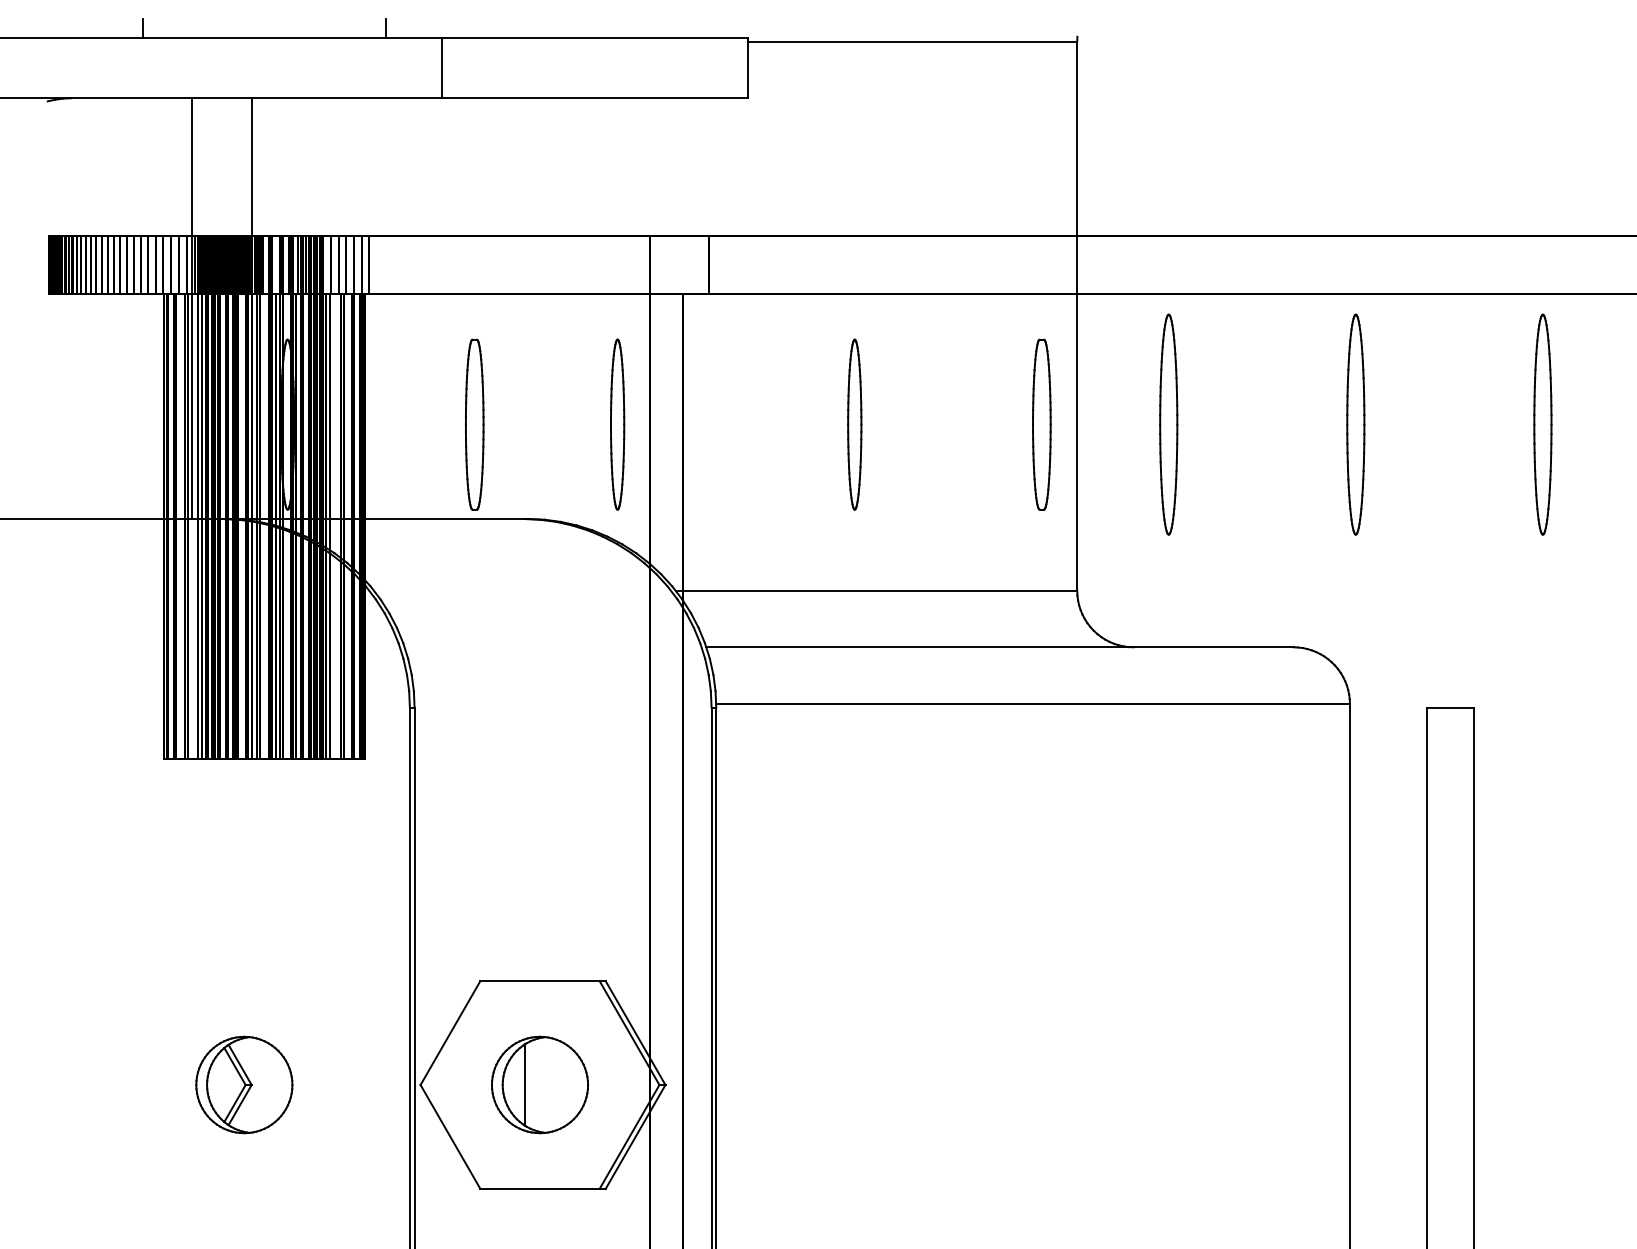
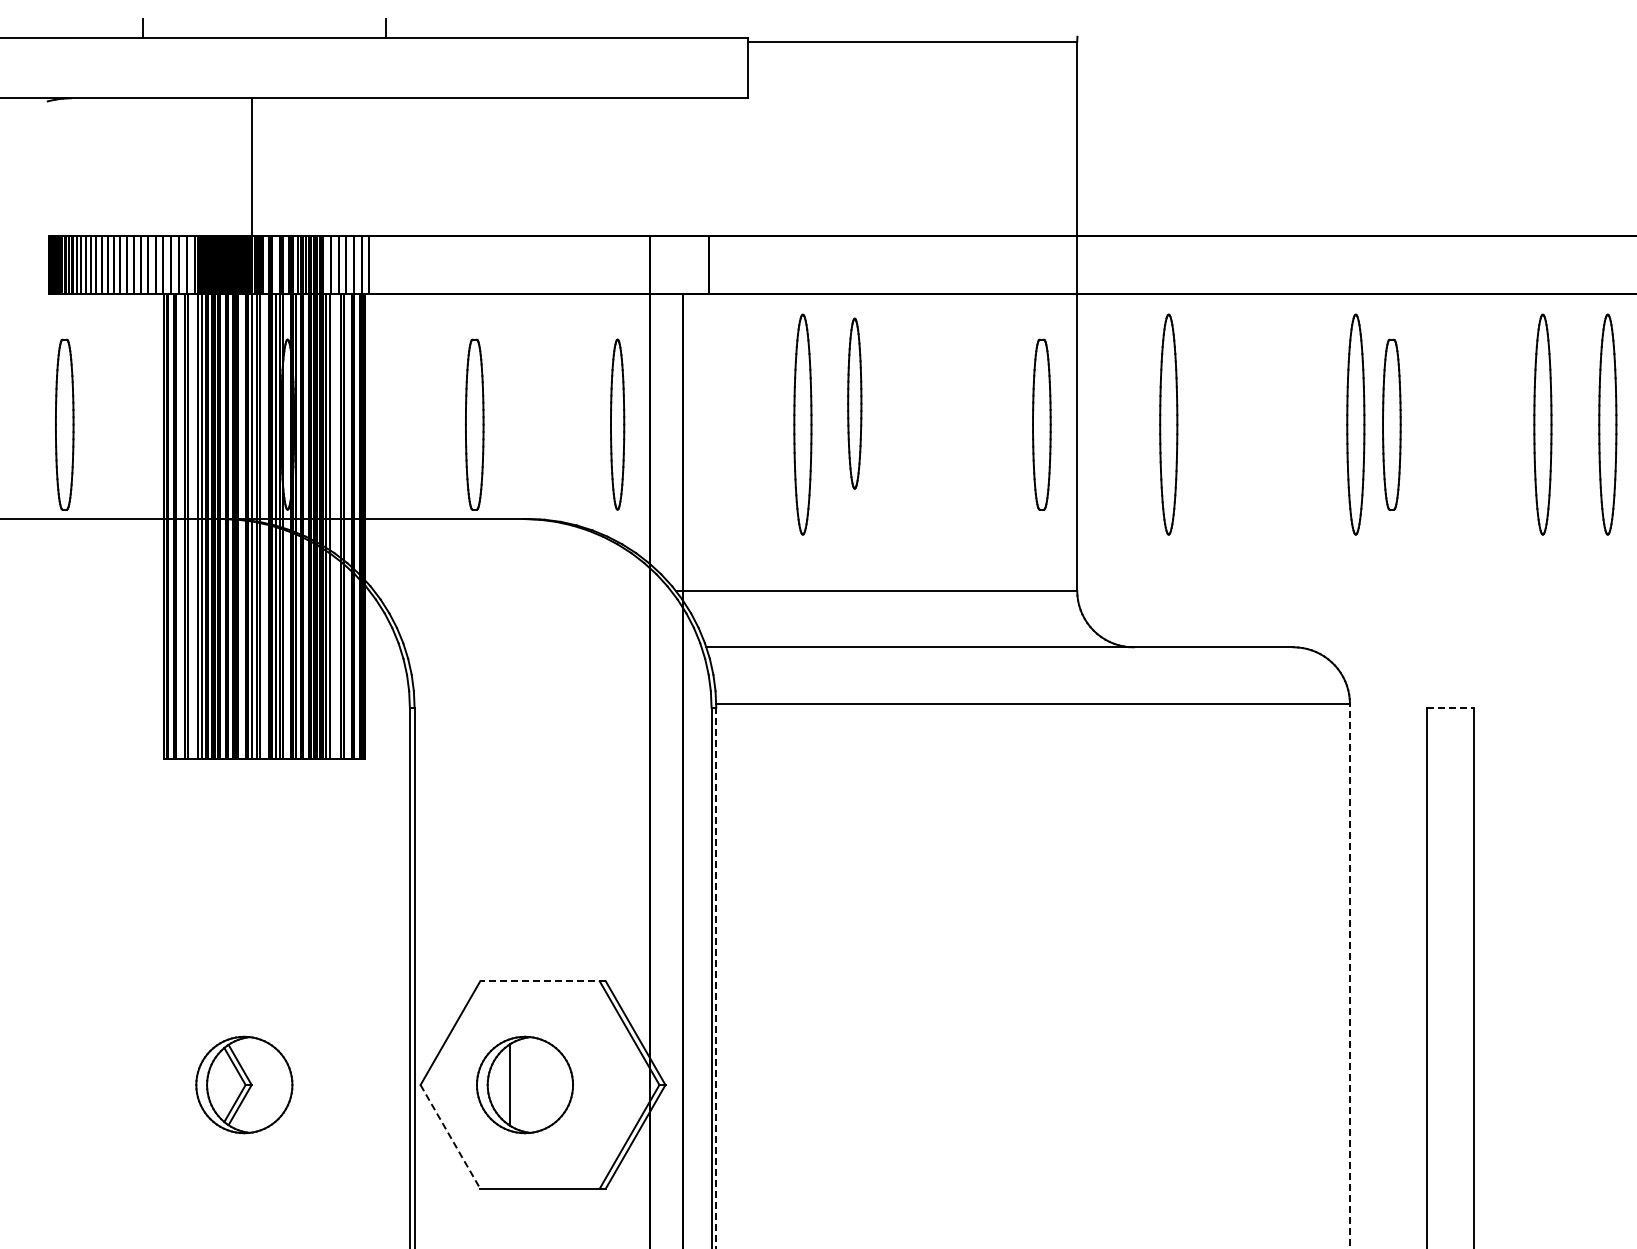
line at (441, 67): present -> none
line at (192, 308): present -> none
part at (64, 424): none -> present
part at (802, 424): none -> present
part at (854, 424) position: (854, 424) -> (854, 403)
part at (1391, 424): none -> present
part at (1607, 424): none -> present
line at (1450, 707): solid -> dashed
line at (1349, 975): solid -> dashed
line at (716, 977): solid -> dashed
line at (543, 981): solid -> dashed
part at (539, 1084) position: (539, 1084) -> (524, 1084)
line at (450, 1136): solid -> dashed
